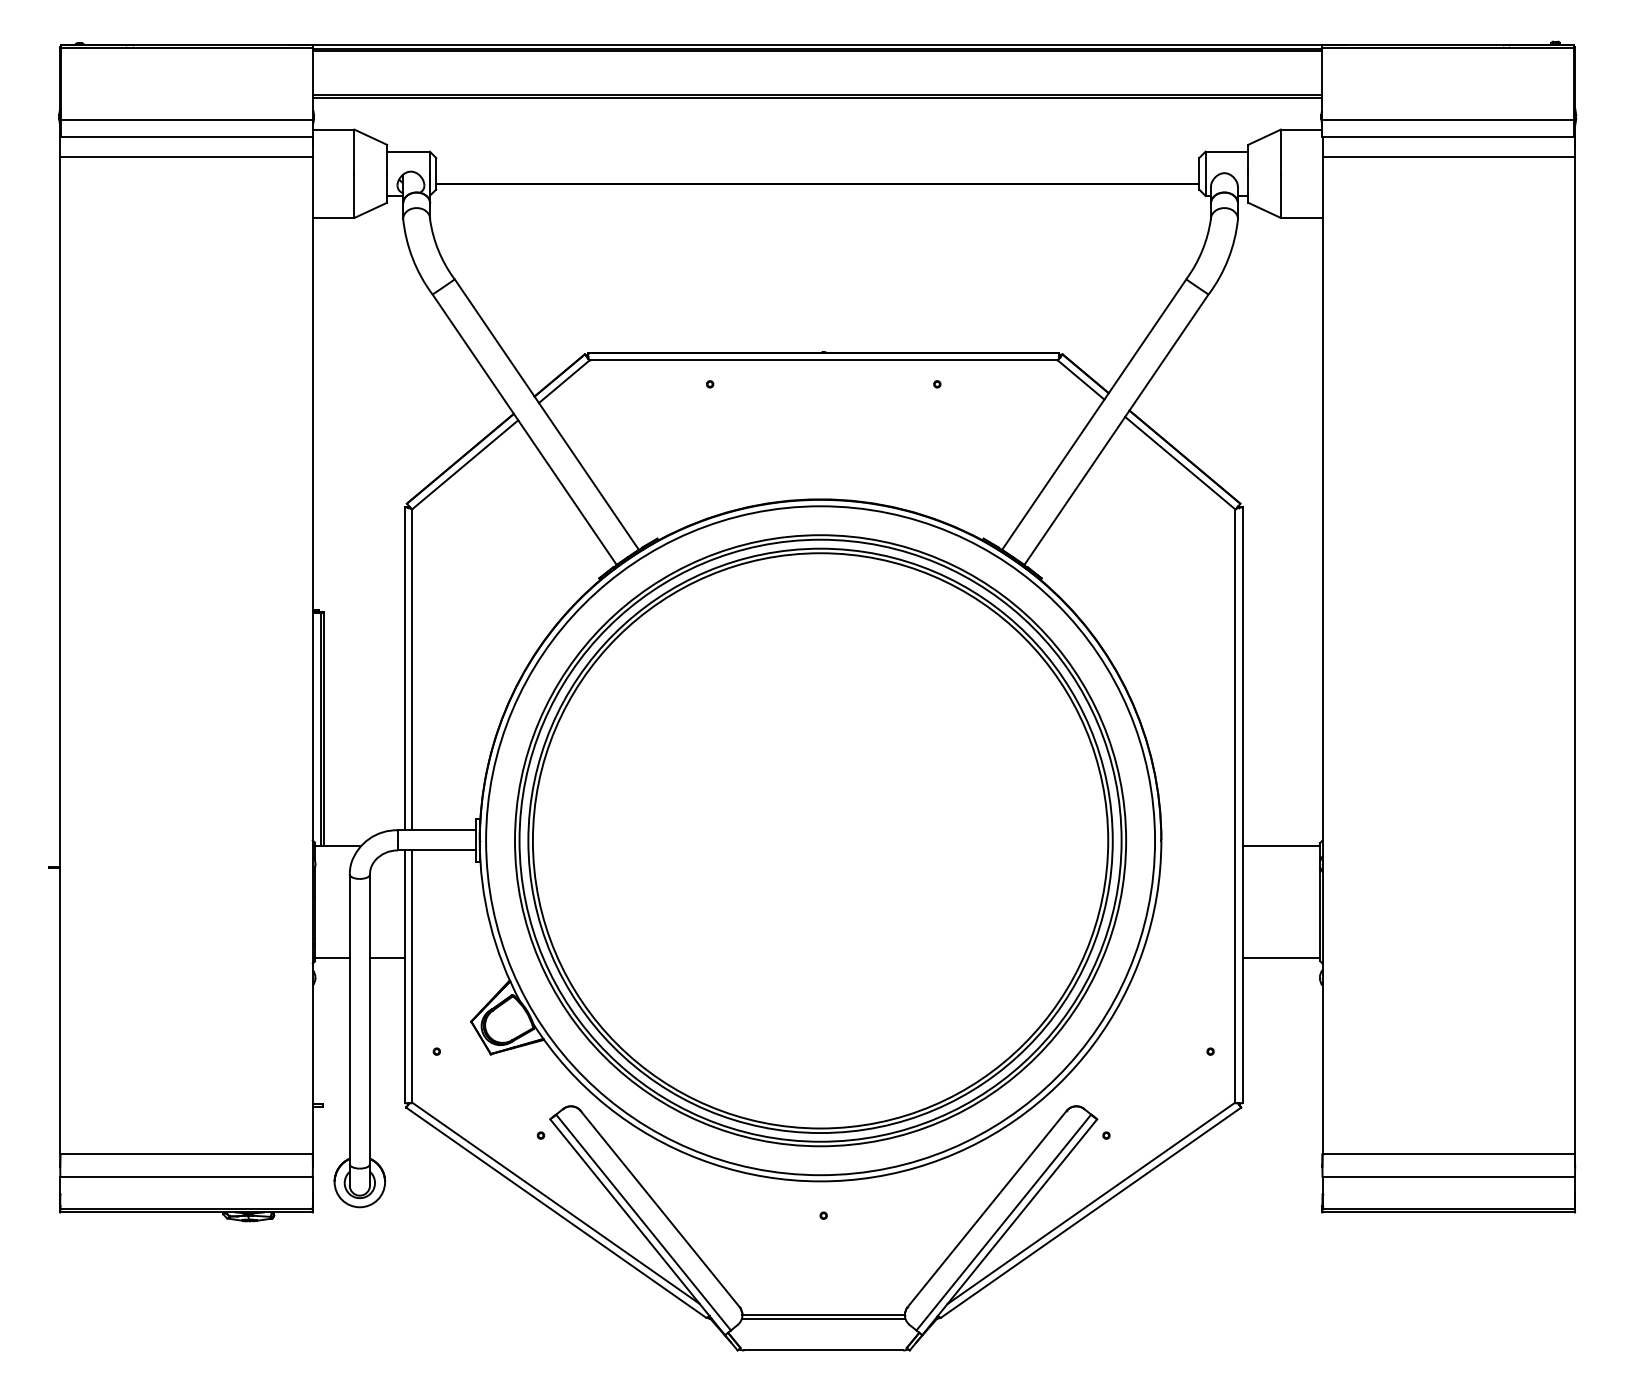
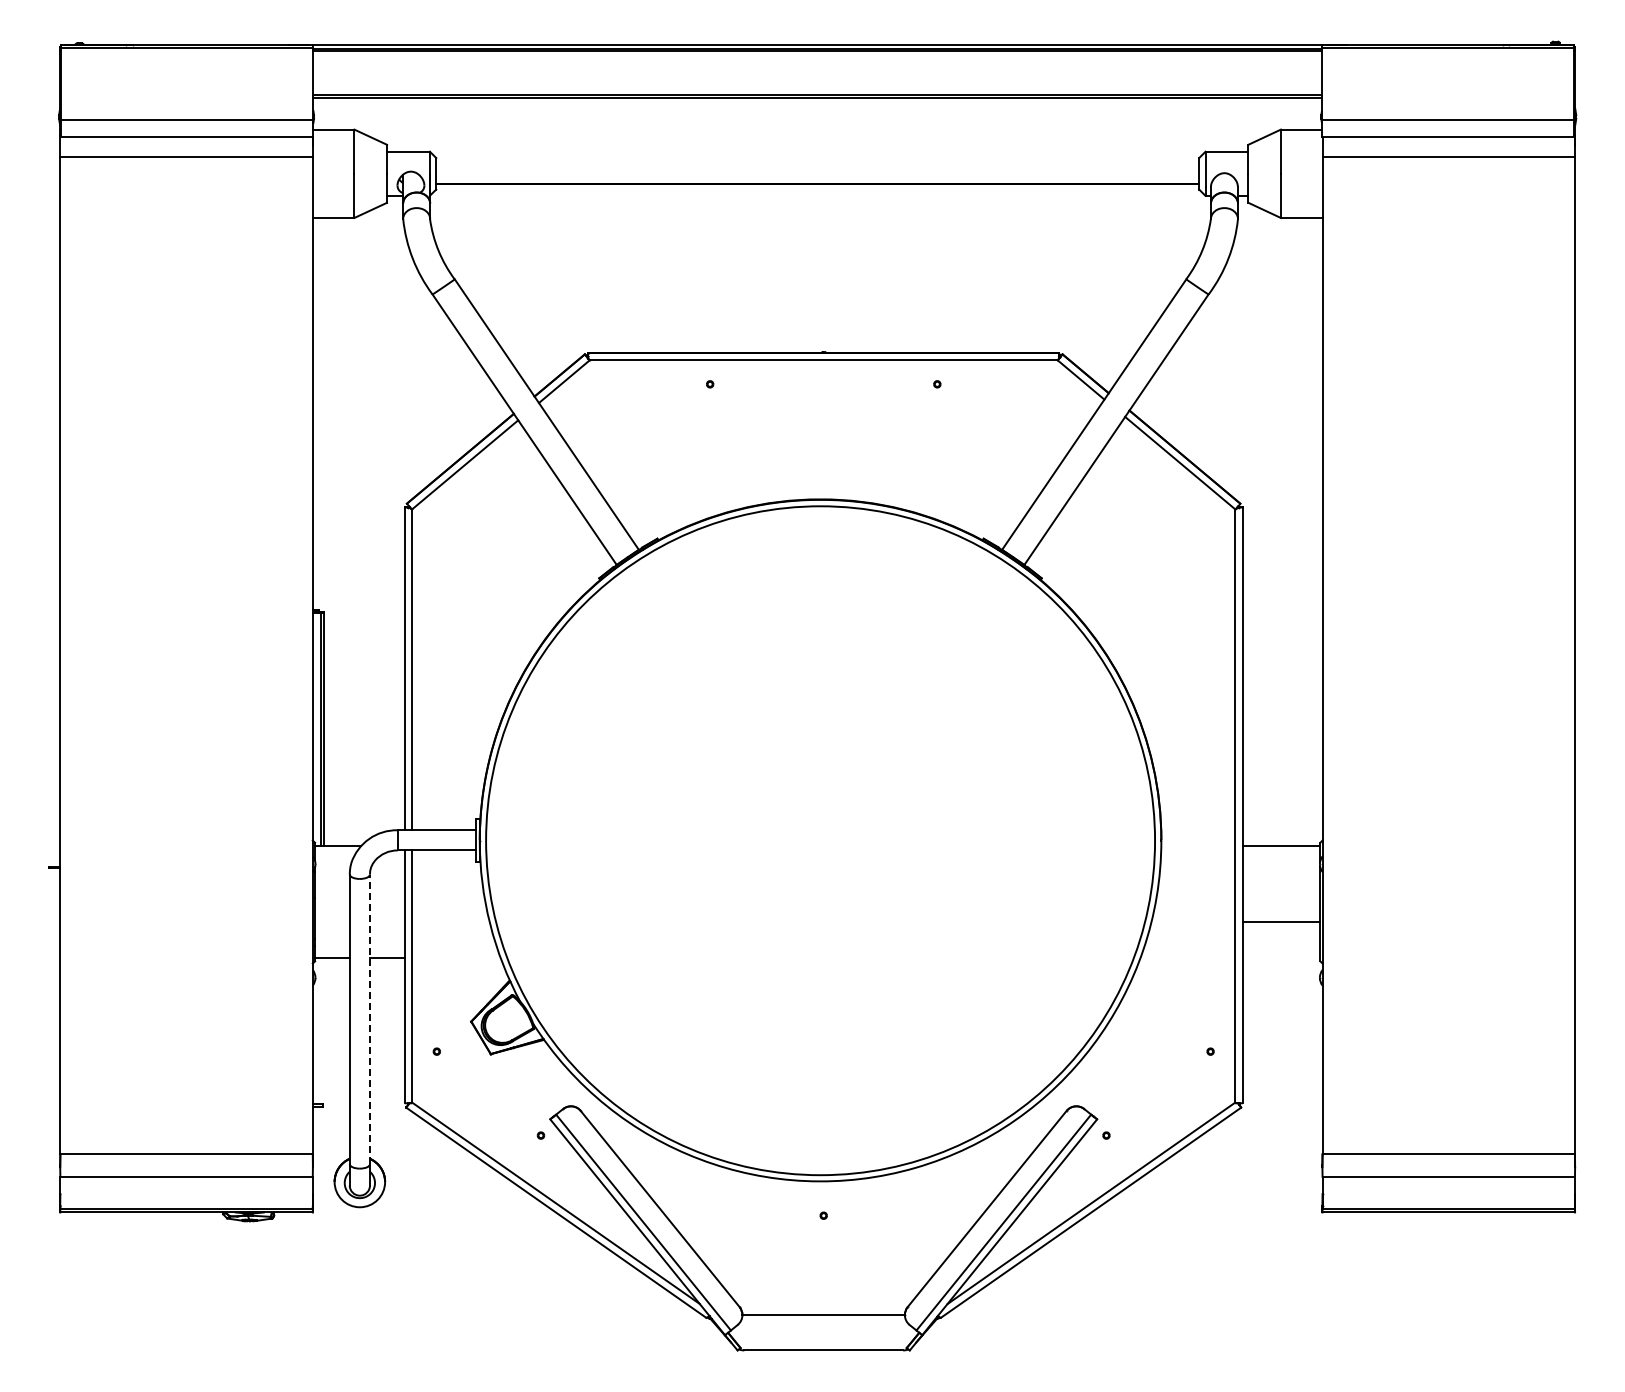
part at (820, 840): present -> none
line at (1281, 958) position: (1281, 958) -> (1281, 922)
line at (369, 1019): solid -> dashed
line at (823, 1318): present -> none
